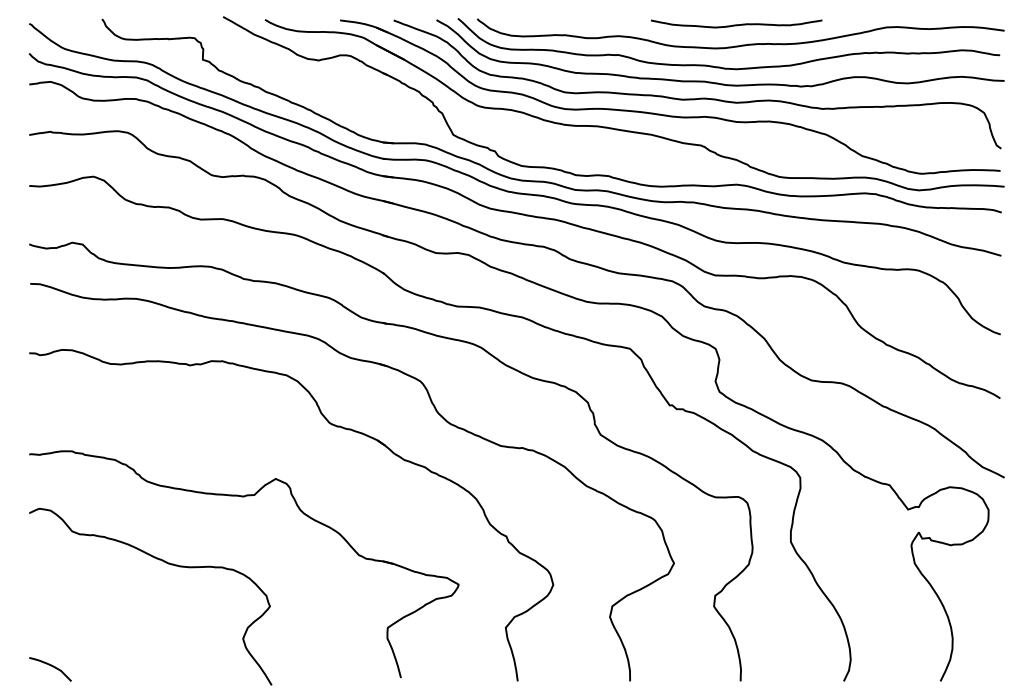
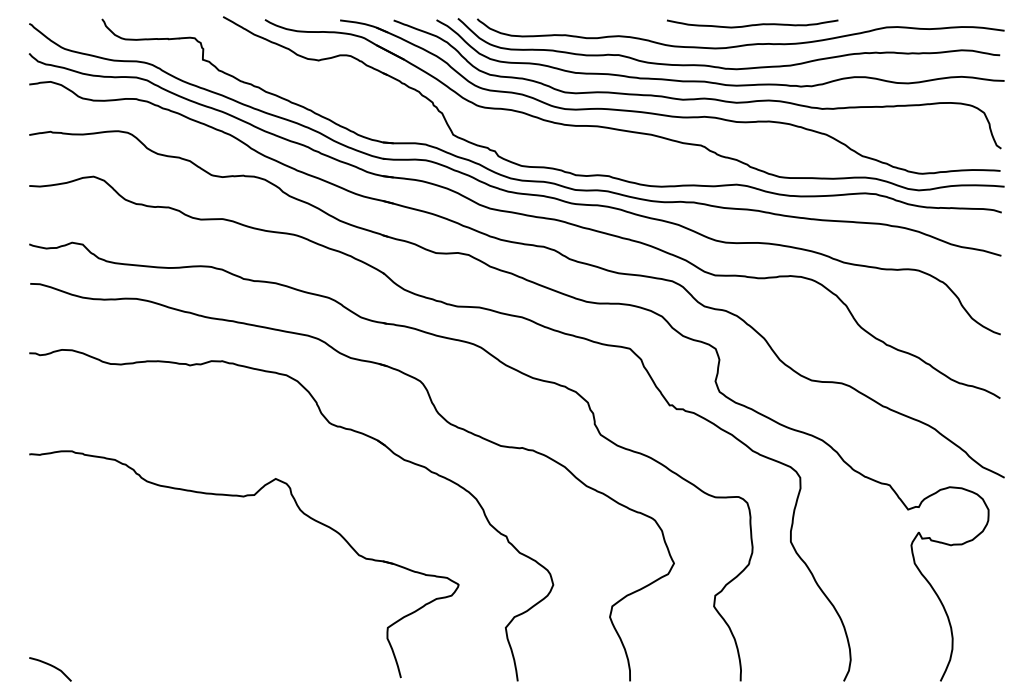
curve at (736, 24) position: (736, 24) -> (752, 24)
curve at (166, 563): present -> none
